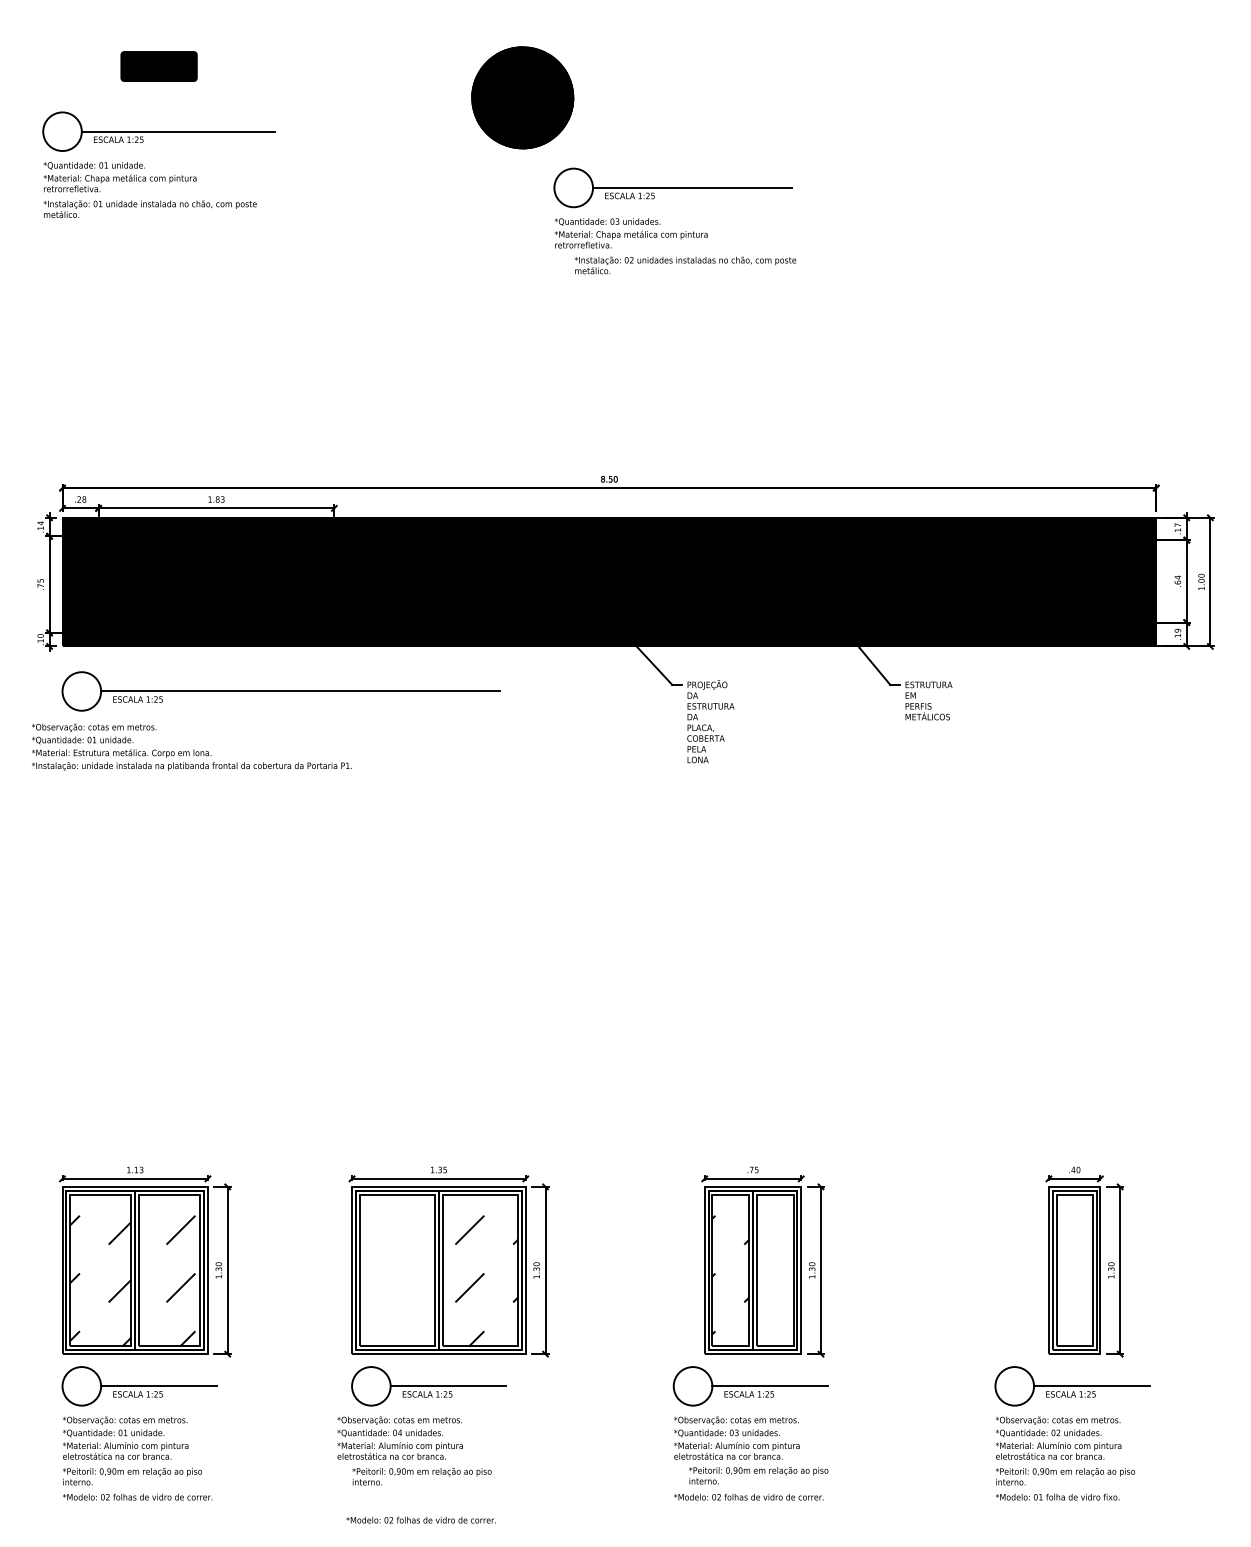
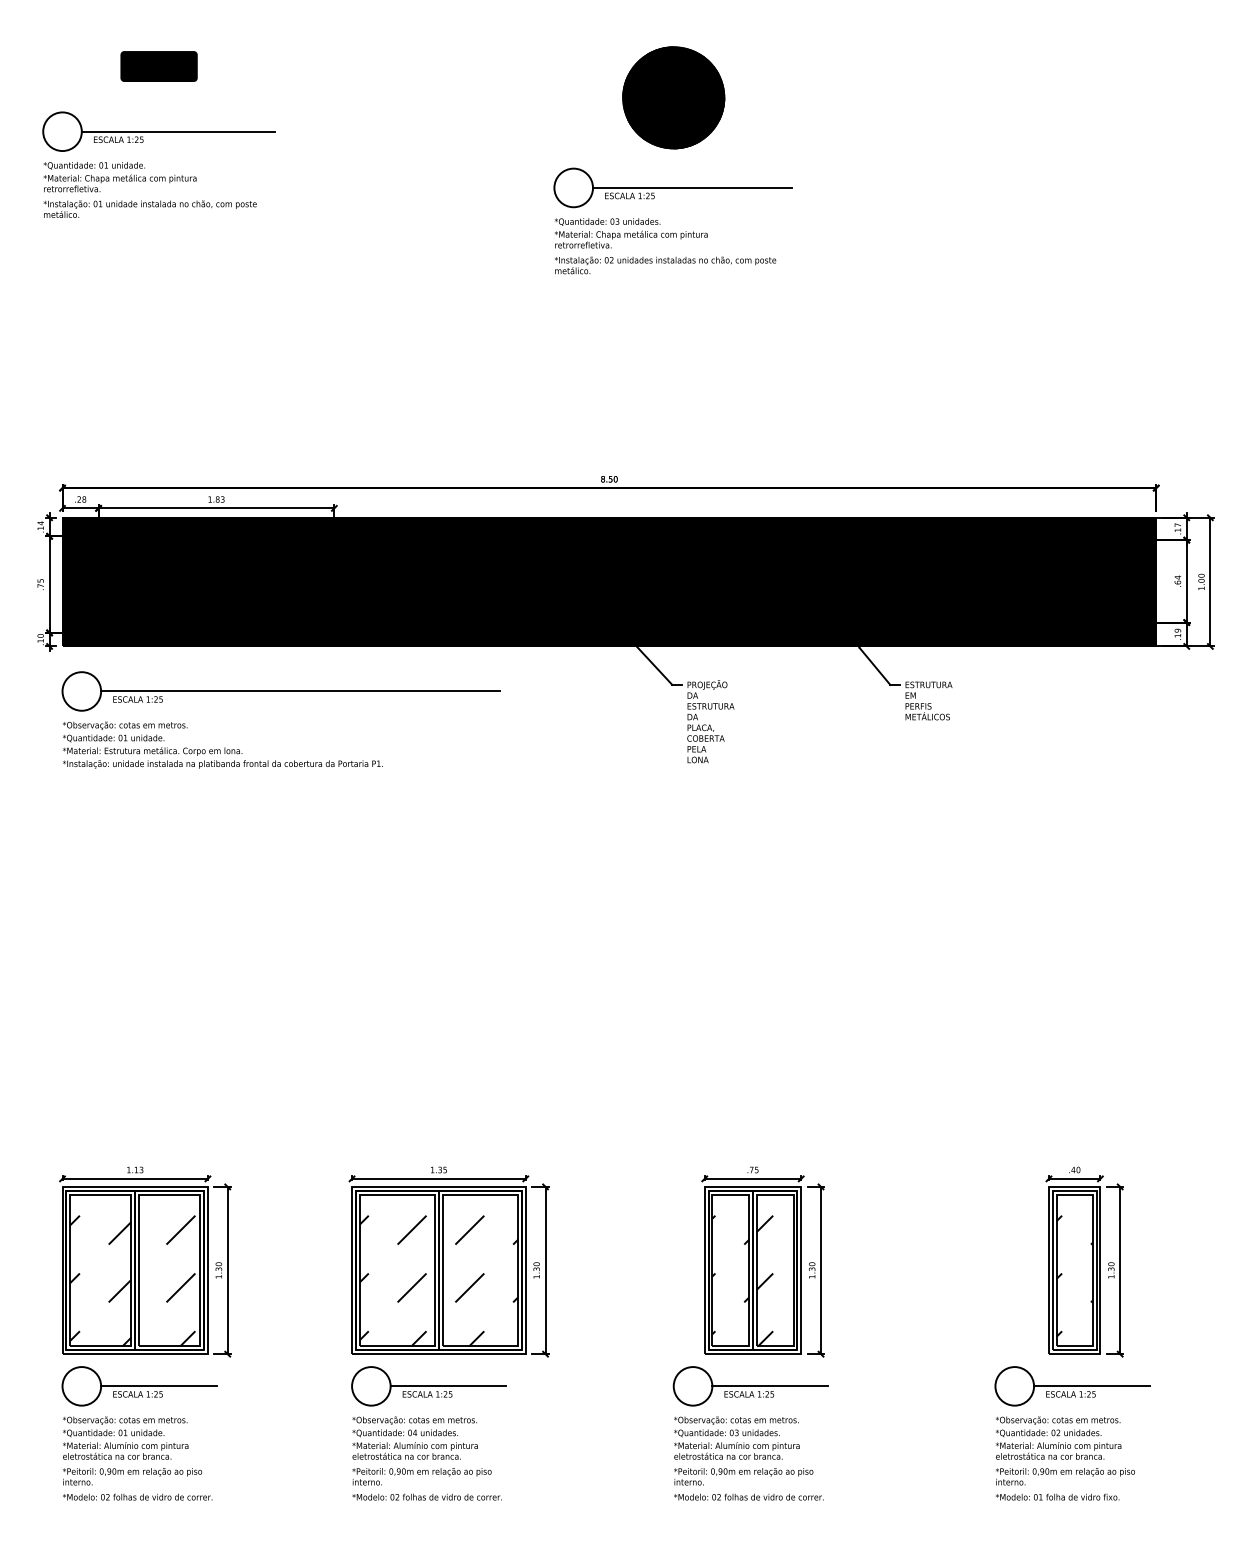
part at (522, 97) position: (522, 97) -> (673, 97)
text at (685, 265) position: (685, 265) -> (665, 265)
text at (191, 746) position: (191, 746) -> (222, 744)
hatch at (1074, 1275): none -> present
hatch at (392, 1280): none -> present
hatch at (764, 1280): none -> present
text at (399, 1437) position: (399, 1437) -> (414, 1437)
text at (758, 1475) position: (758, 1475) -> (743, 1476)
text at (420, 1519) position: (420, 1519) -> (426, 1496)
